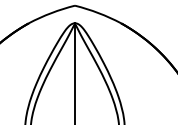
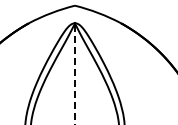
line at (74, 74): solid -> dashed
